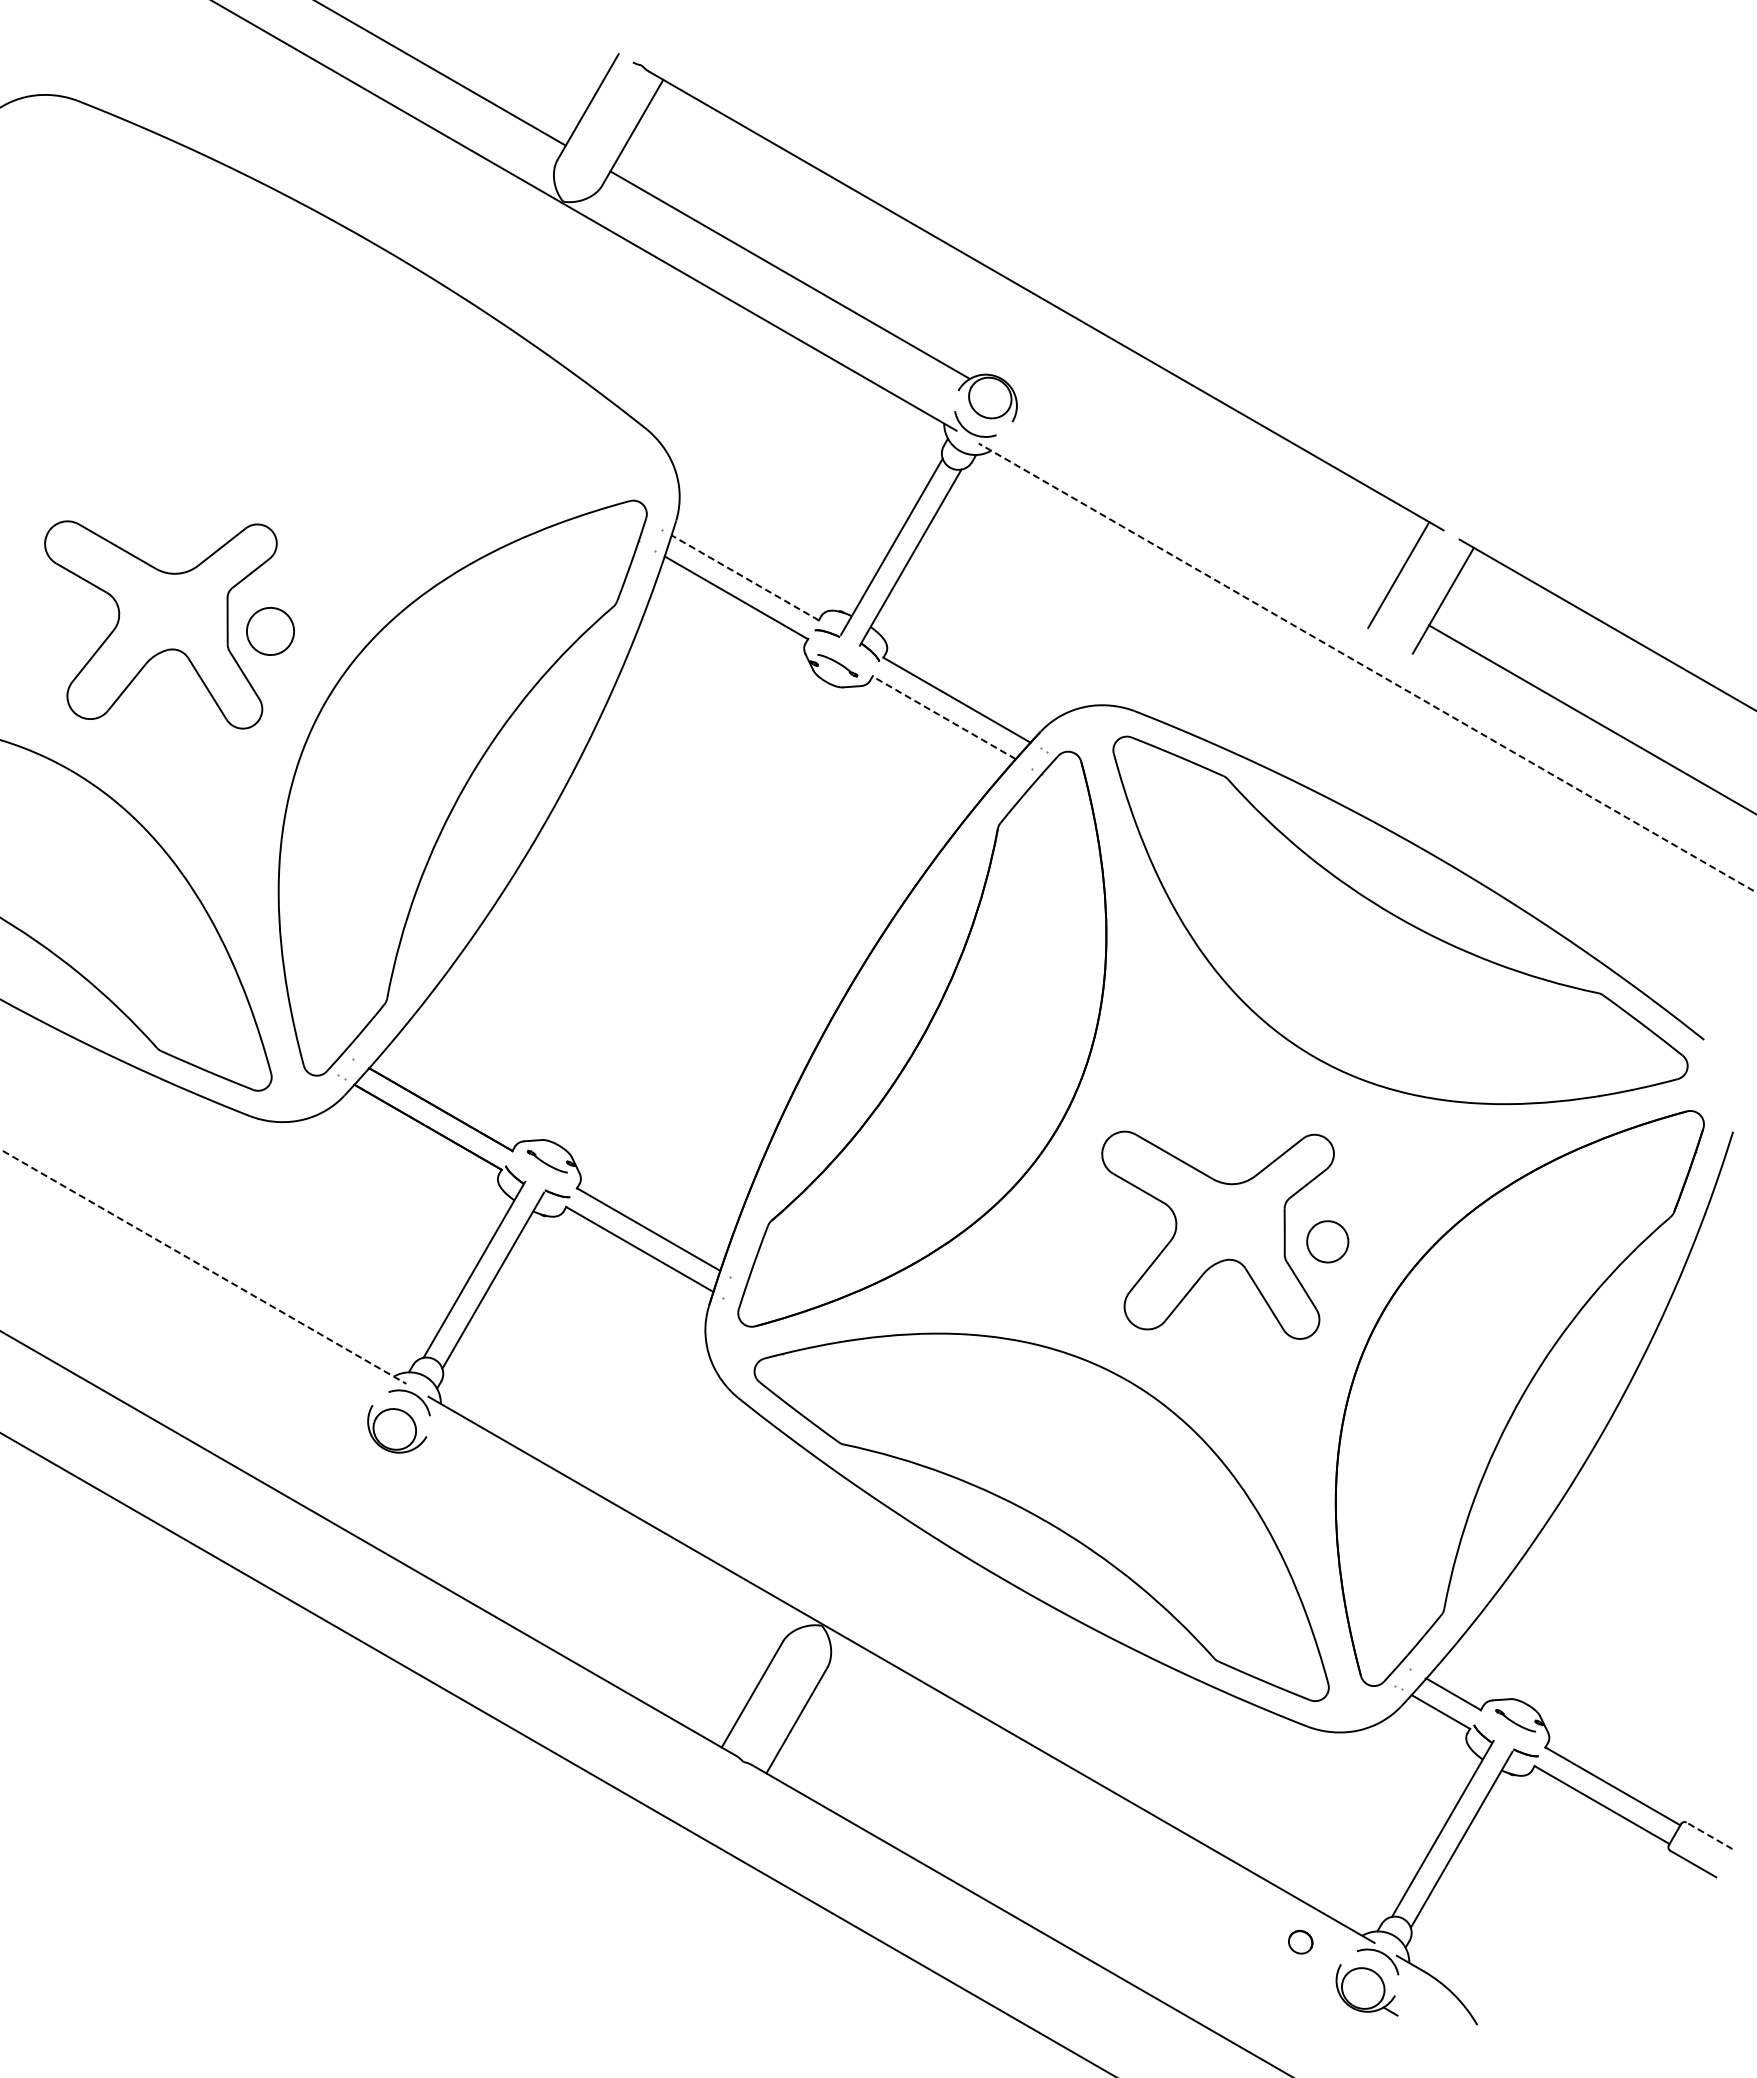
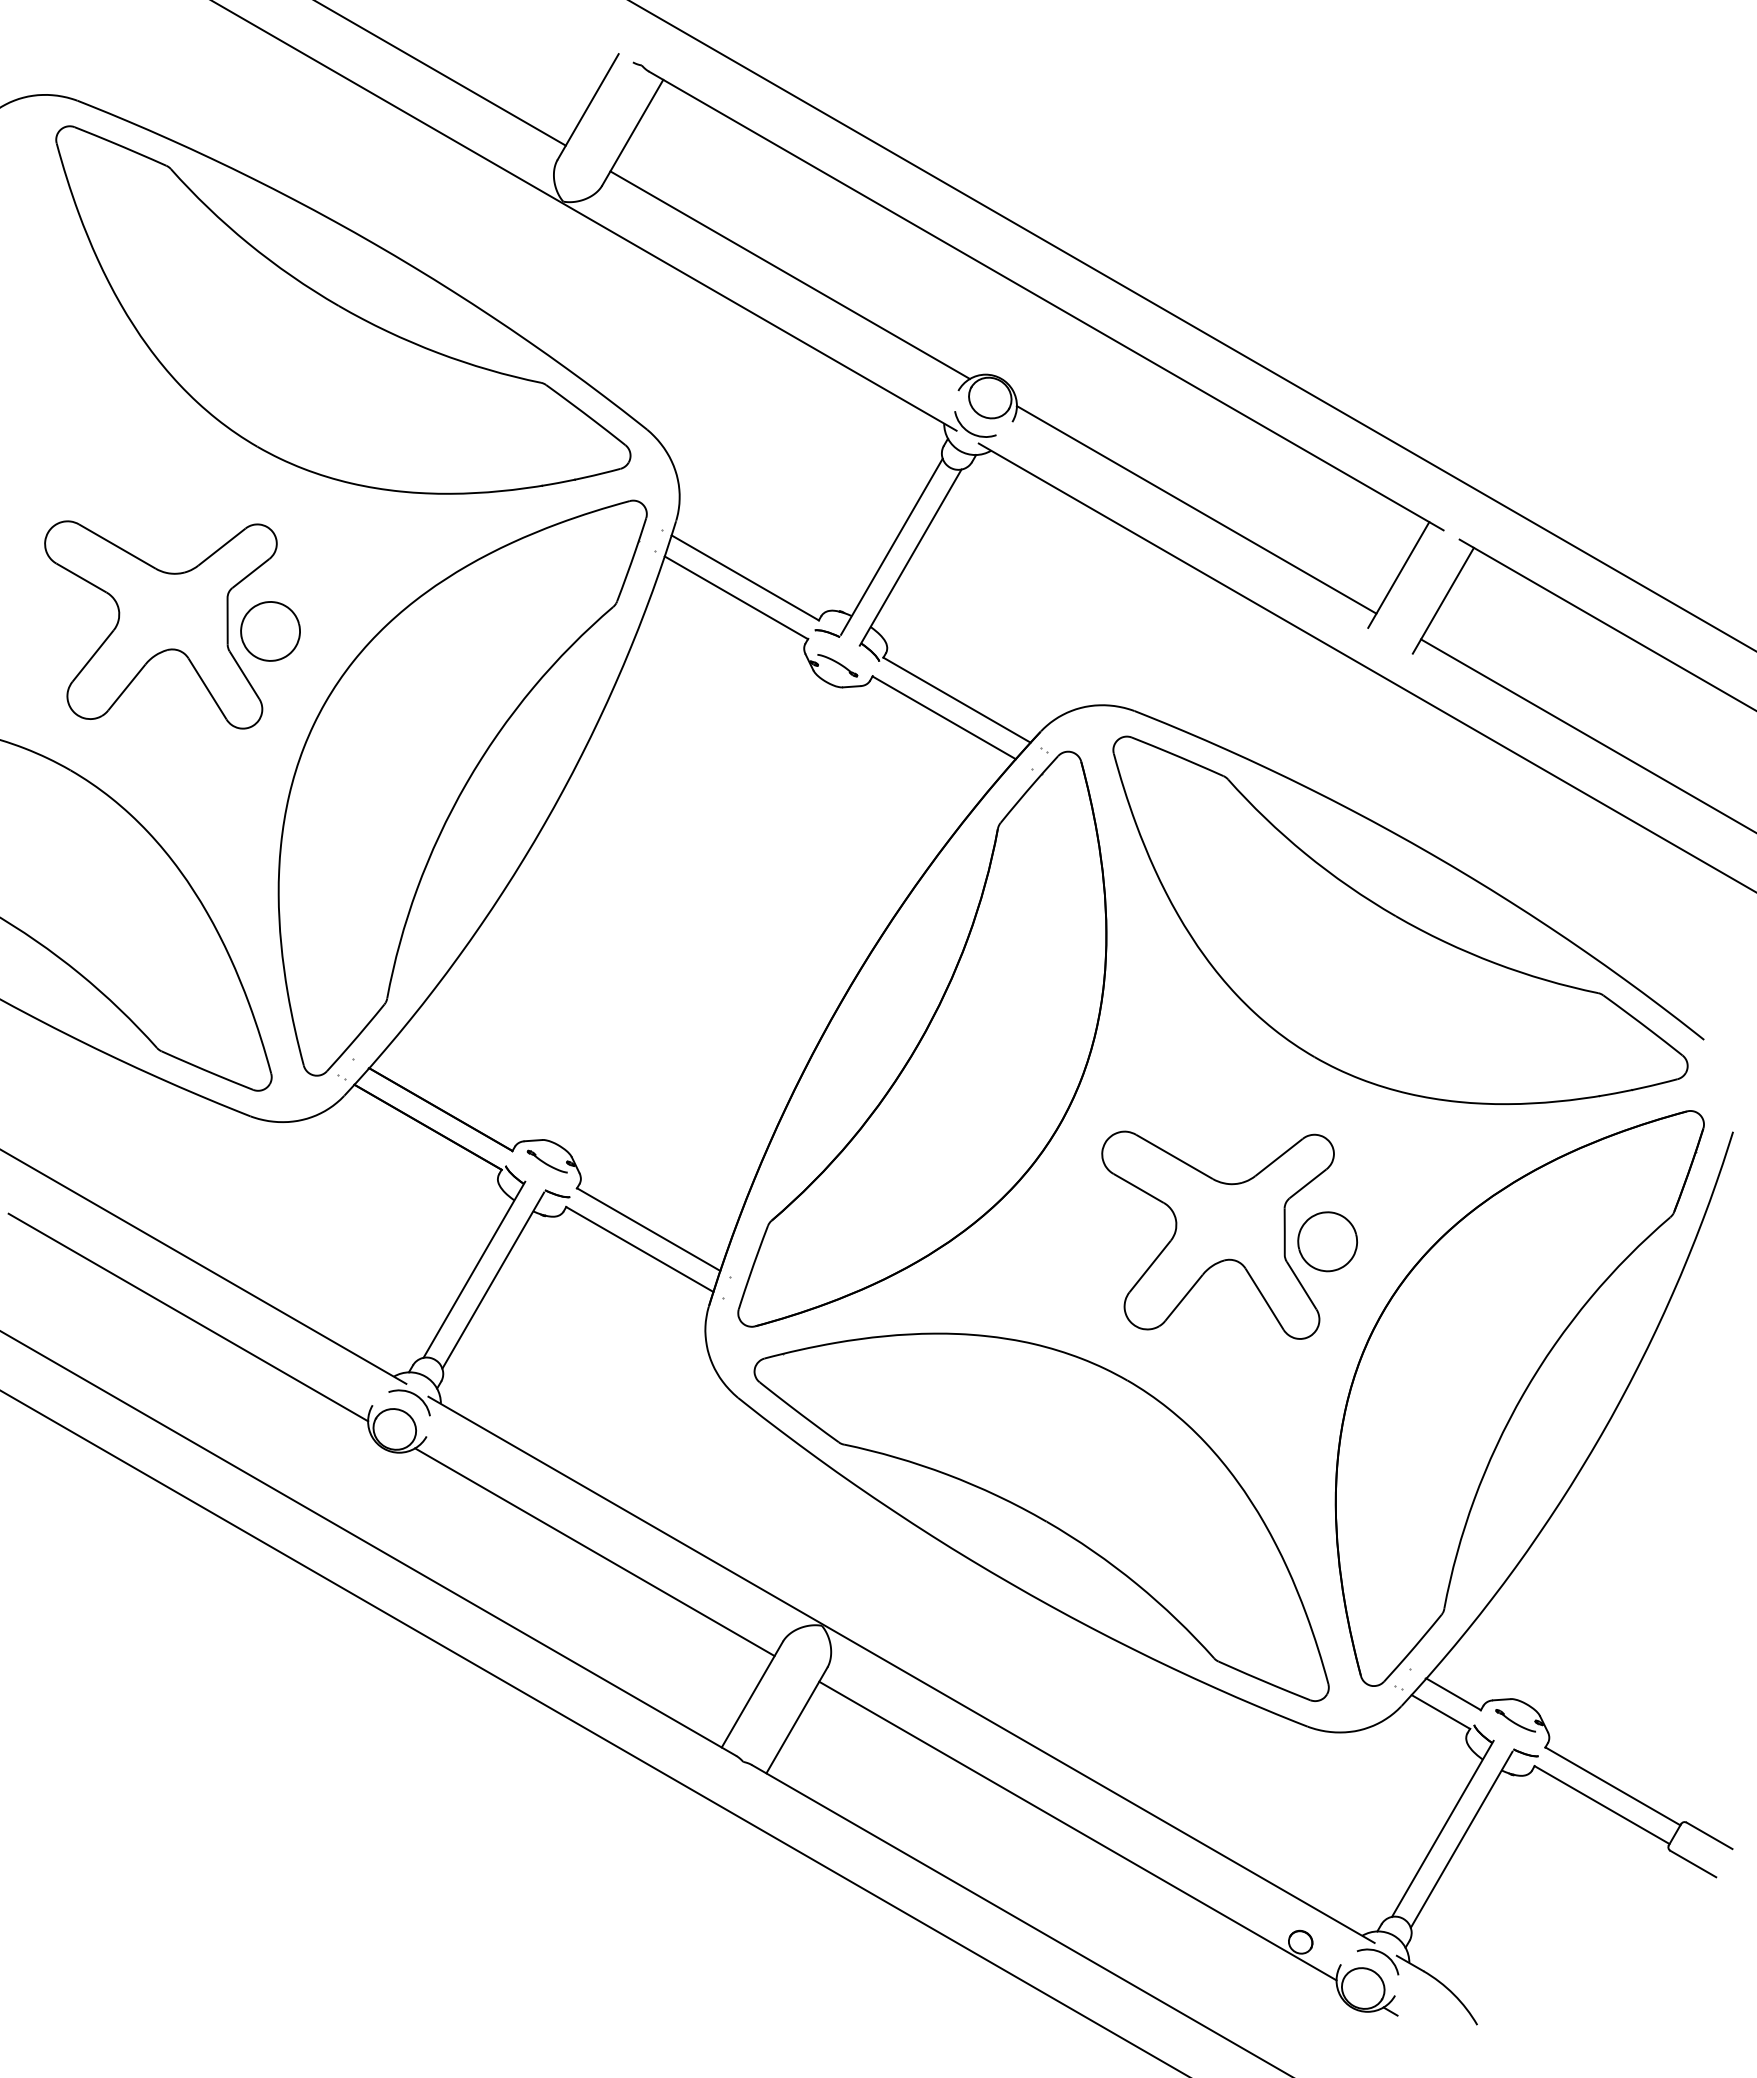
part at (343, 309): none -> present
line at (1192, 325): none -> present
line at (1196, 509): none -> present
line at (744, 577): dashed -> solid
part at (270, 631) size: 49x49 px -> 61x61 px
line at (1367, 668): dashed -> solid
line at (944, 717): dashed -> solid
line at (1591, 718) position: (1591, 718) -> (1587, 735)
part at (1327, 1241) size: 44x44 px -> 62x62 px
line at (203, 1266): dashed -> solid
line at (188, 1317): none -> present
line at (594, 1552): none -> present
line at (557, 1754) position: (557, 1754) -> (593, 1732)
line at (1077, 1830): none -> present
line at (1709, 1835): dashed -> solid
